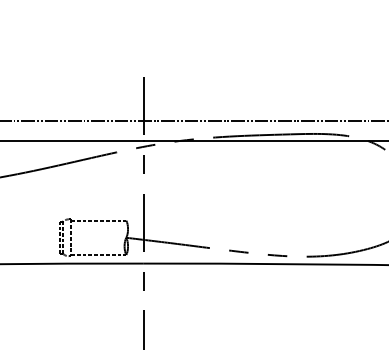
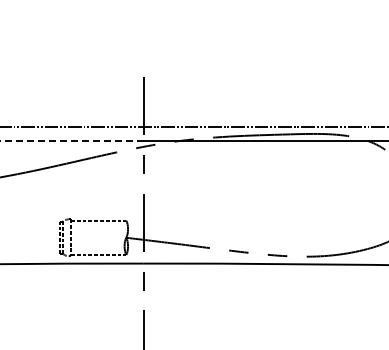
line at (193, 121) position: (193, 121) -> (193, 127)
line at (71, 140): solid -> dashed
